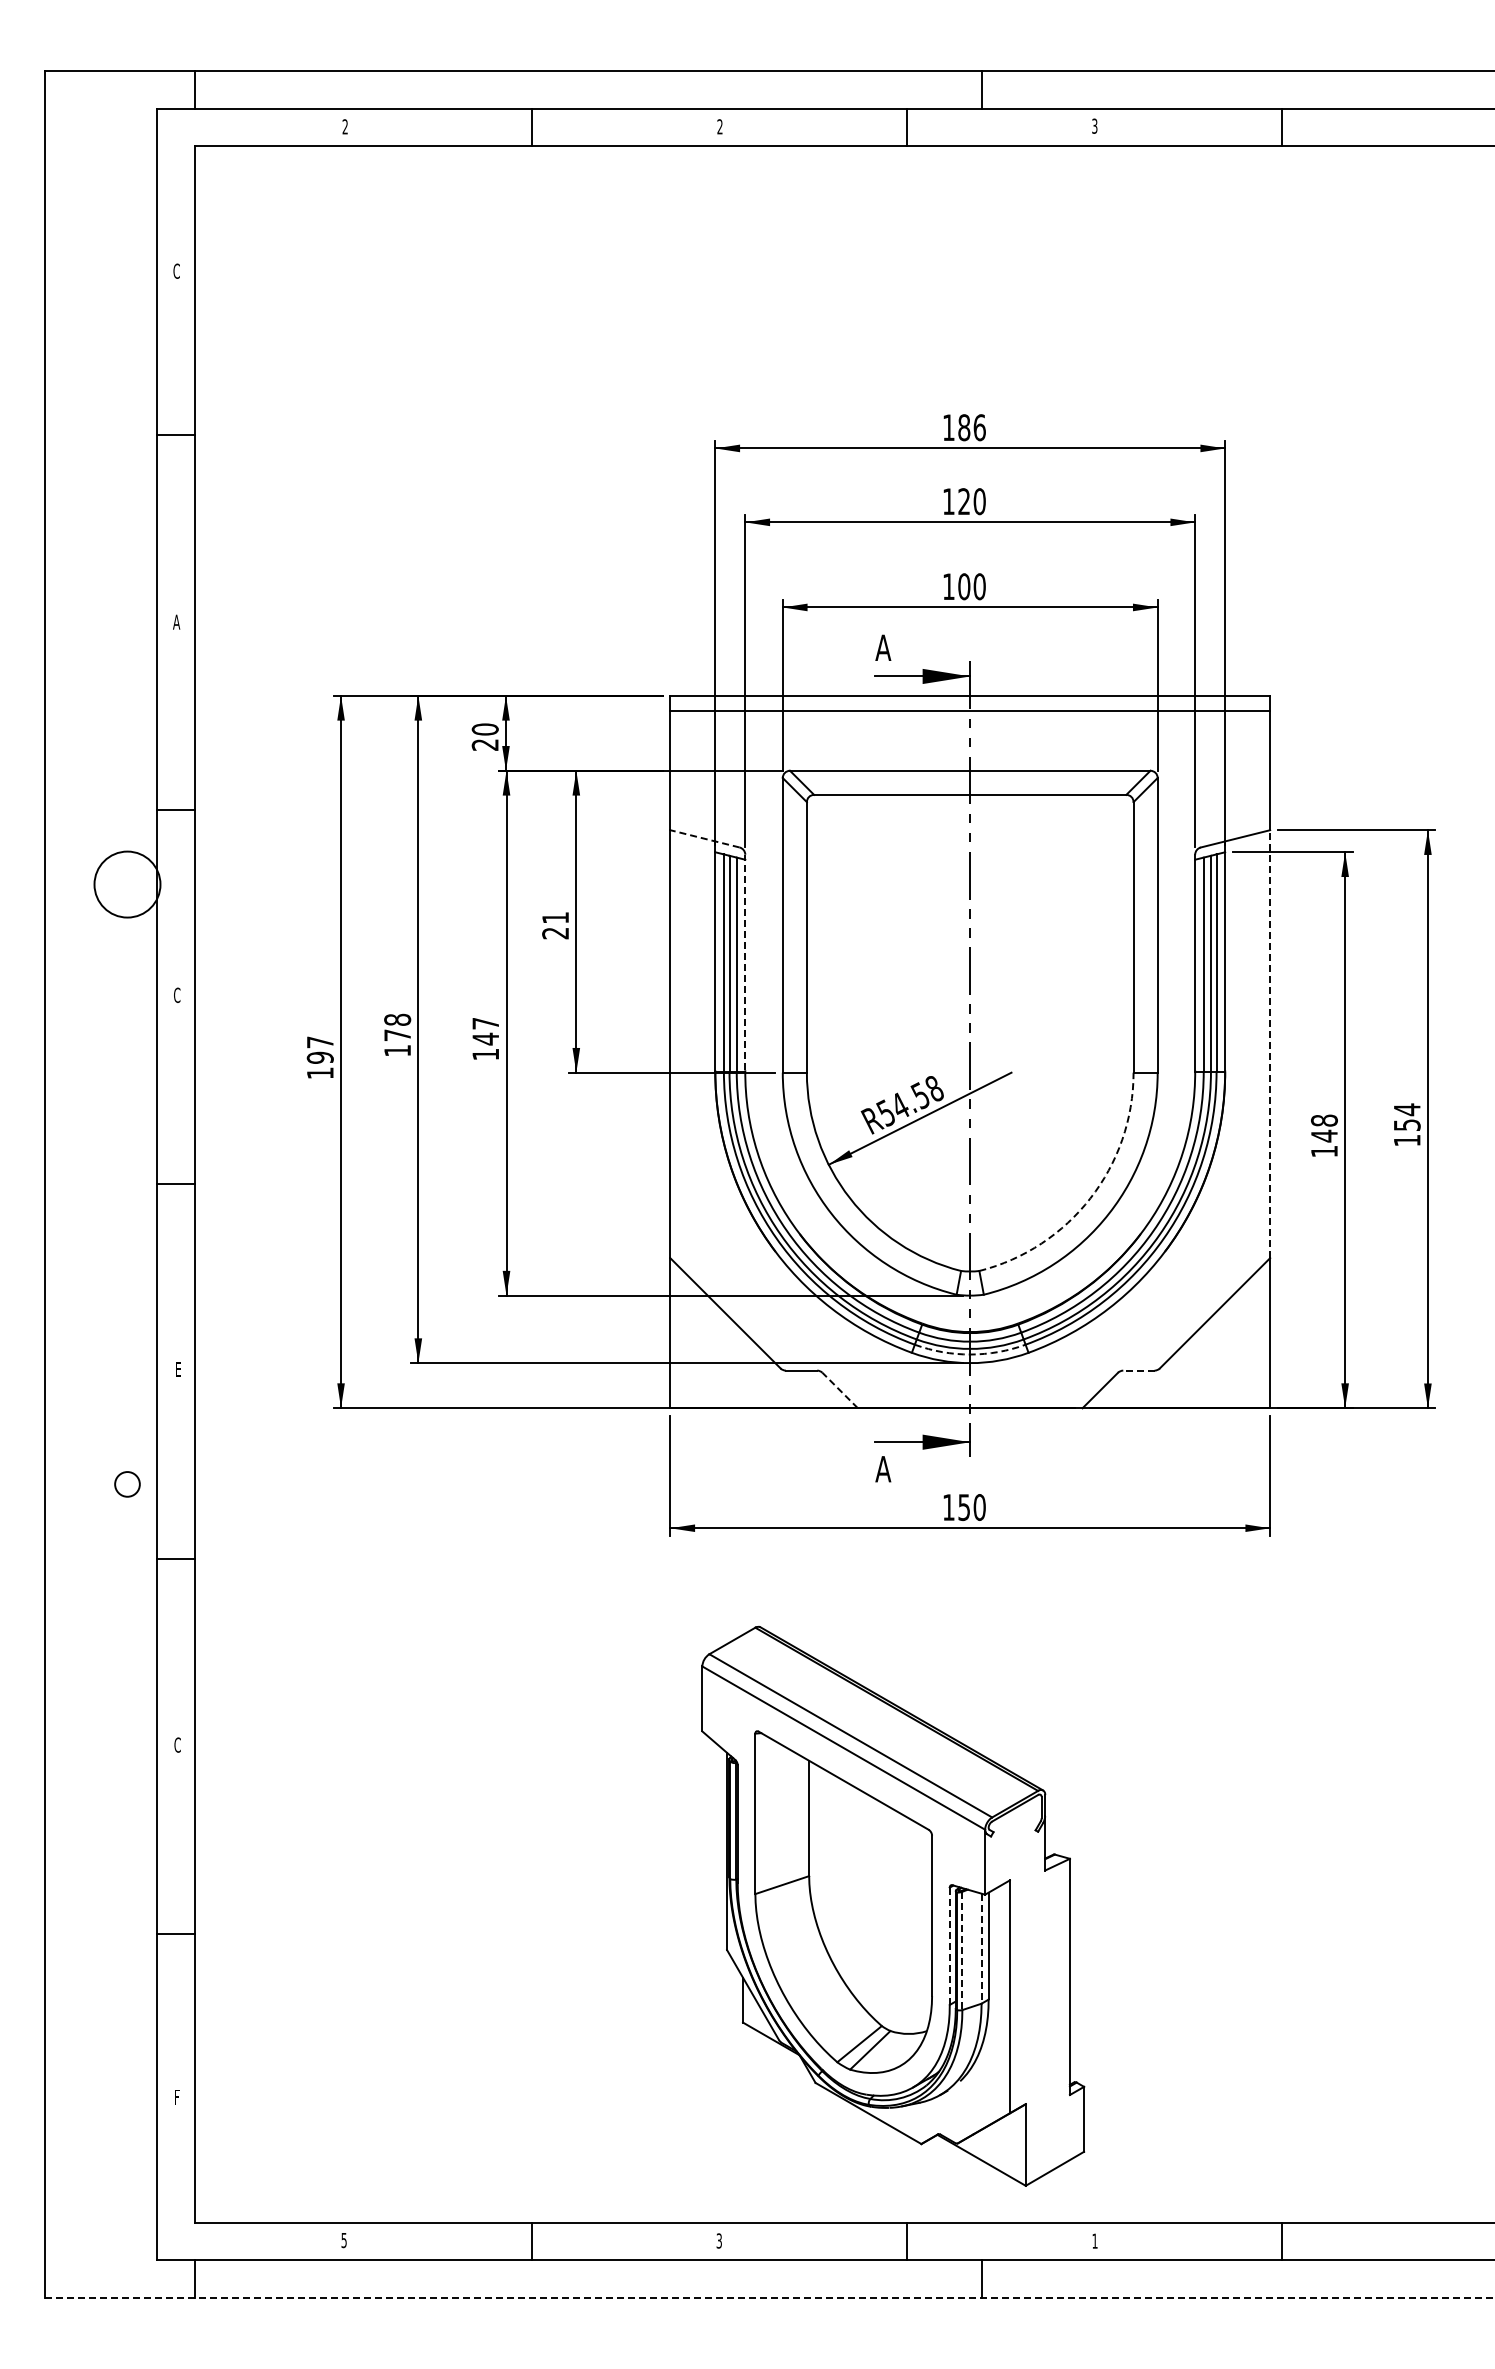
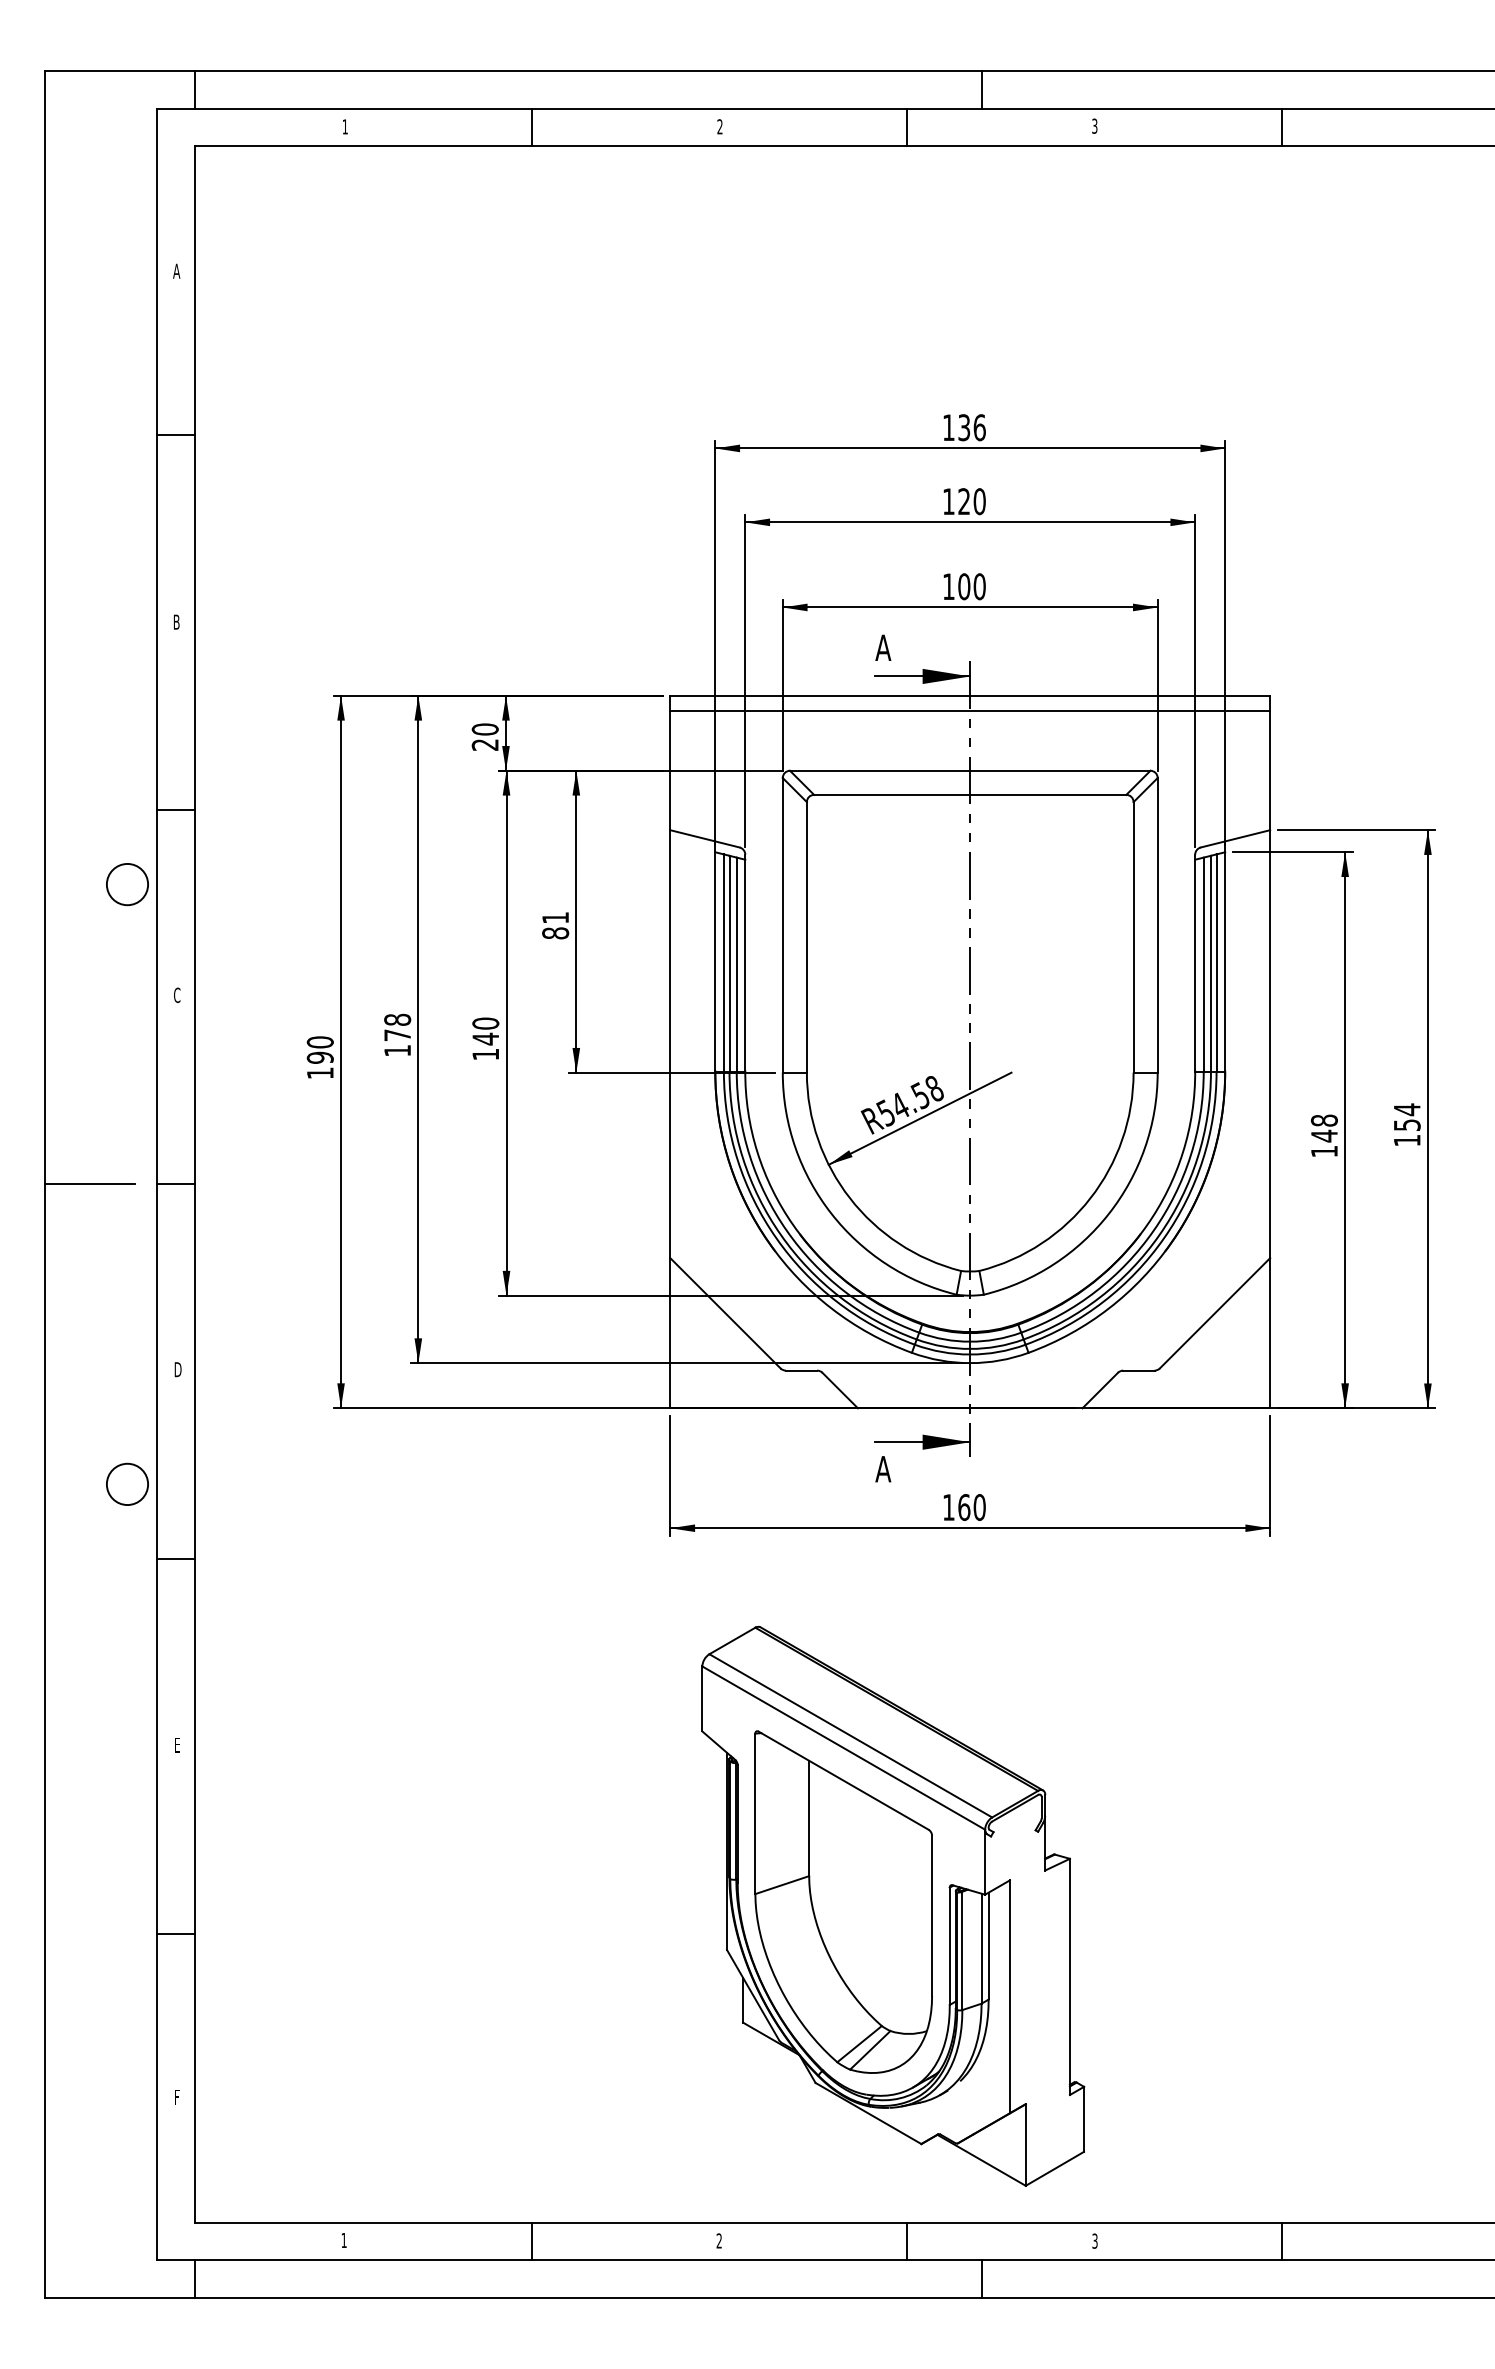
text at (344, 126): 2 -> 1
text at (176, 270): C -> A
text at (964, 427): 186 -> 136
text at (176, 621): A -> B
line at (704, 838): dashed -> solid
circle at (127, 884) diameter: 66 px -> 41 px
text at (555, 933): 21 -> 81
line at (745, 962): dashed -> solid
text at (485, 1023): 147 -> 140
text at (319, 1042): 197 -> 190
line at (1270, 1044): dashed -> solid
line at (90, 1184): none -> present
arc at (1090, 1198): dashed -> solid
arc at (970, 1354): dashed -> solid
text at (177, 1369): E -> D
line at (1138, 1370): dashed -> solid
line at (839, 1390): dashed -> solid
circle at (127, 1484) diameter: 25 px -> 41 px
text at (964, 1507): 150 -> 160
text at (177, 1744): C -> E
line at (949, 1946): dashed -> solid
line at (981, 1949): dashed -> solid
line at (962, 1951): dashed -> solid
text at (343, 2240): 5 -> 1
text at (718, 2240): 3 -> 2
text at (1094, 2240): 1 -> 3
line at (769, 2297): dashed -> solid
